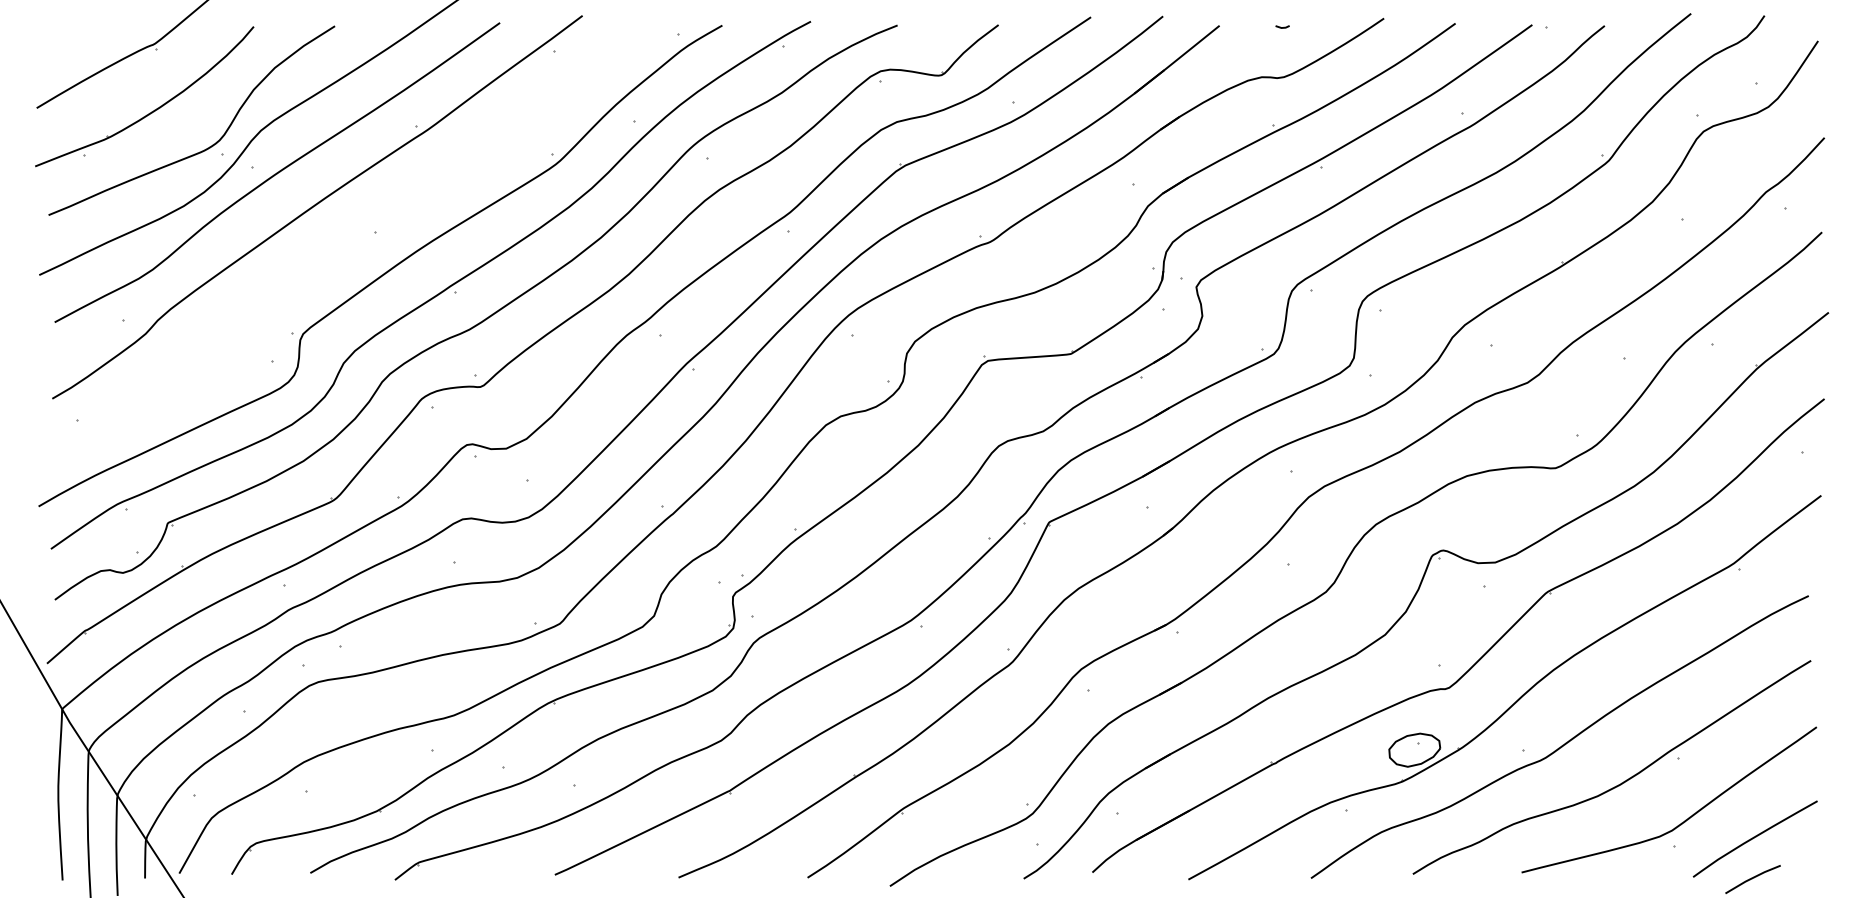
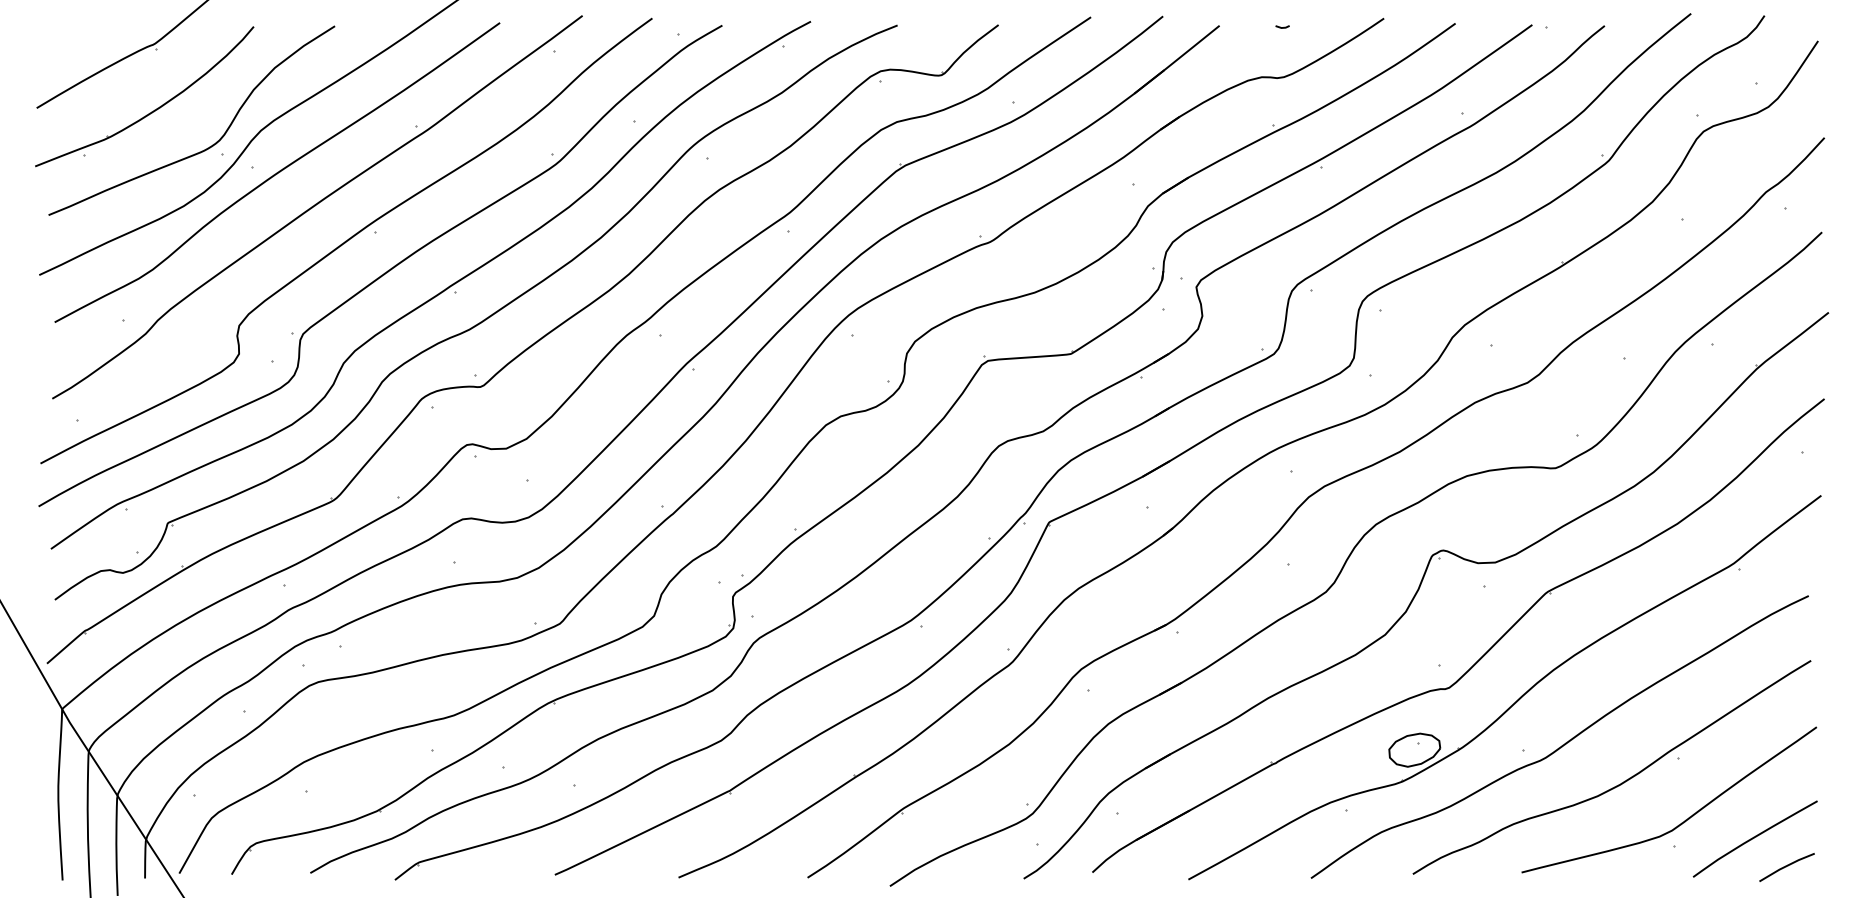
curve at (346, 240): none -> present
line at (1752, 879) position: (1752, 879) -> (1786, 867)
